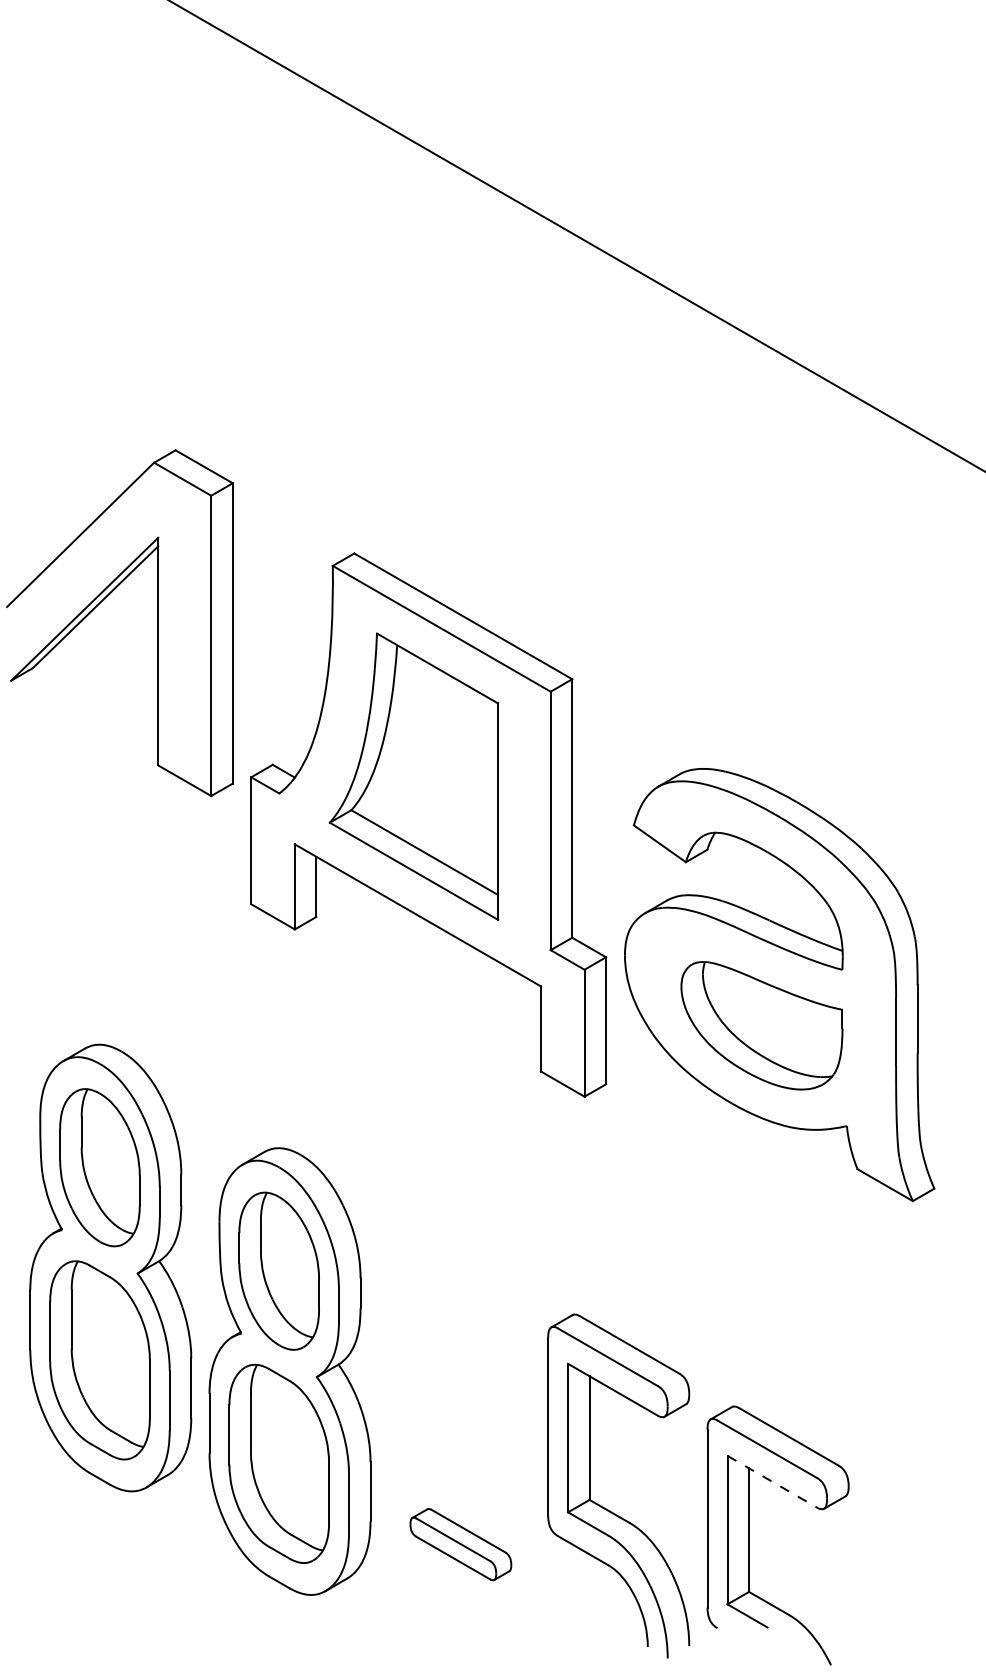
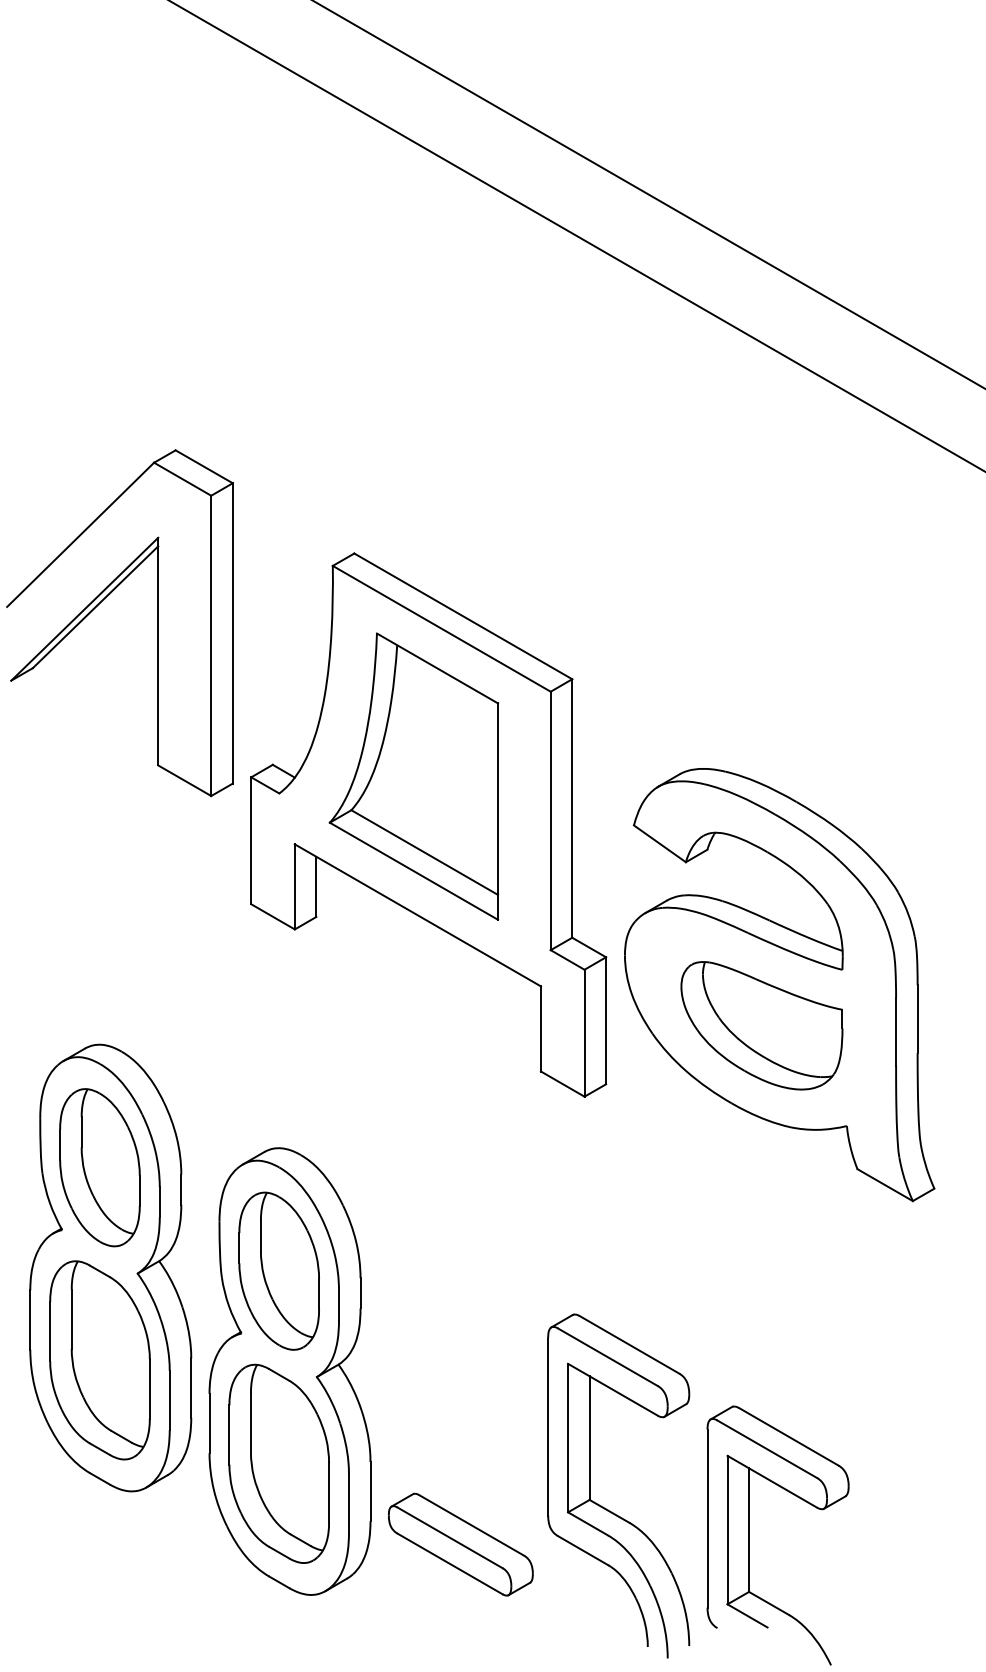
line at (648, 194): none -> present
line at (772, 1481): dashed -> solid
part at (460, 1544) size: 104x74 px -> 146x105 px
